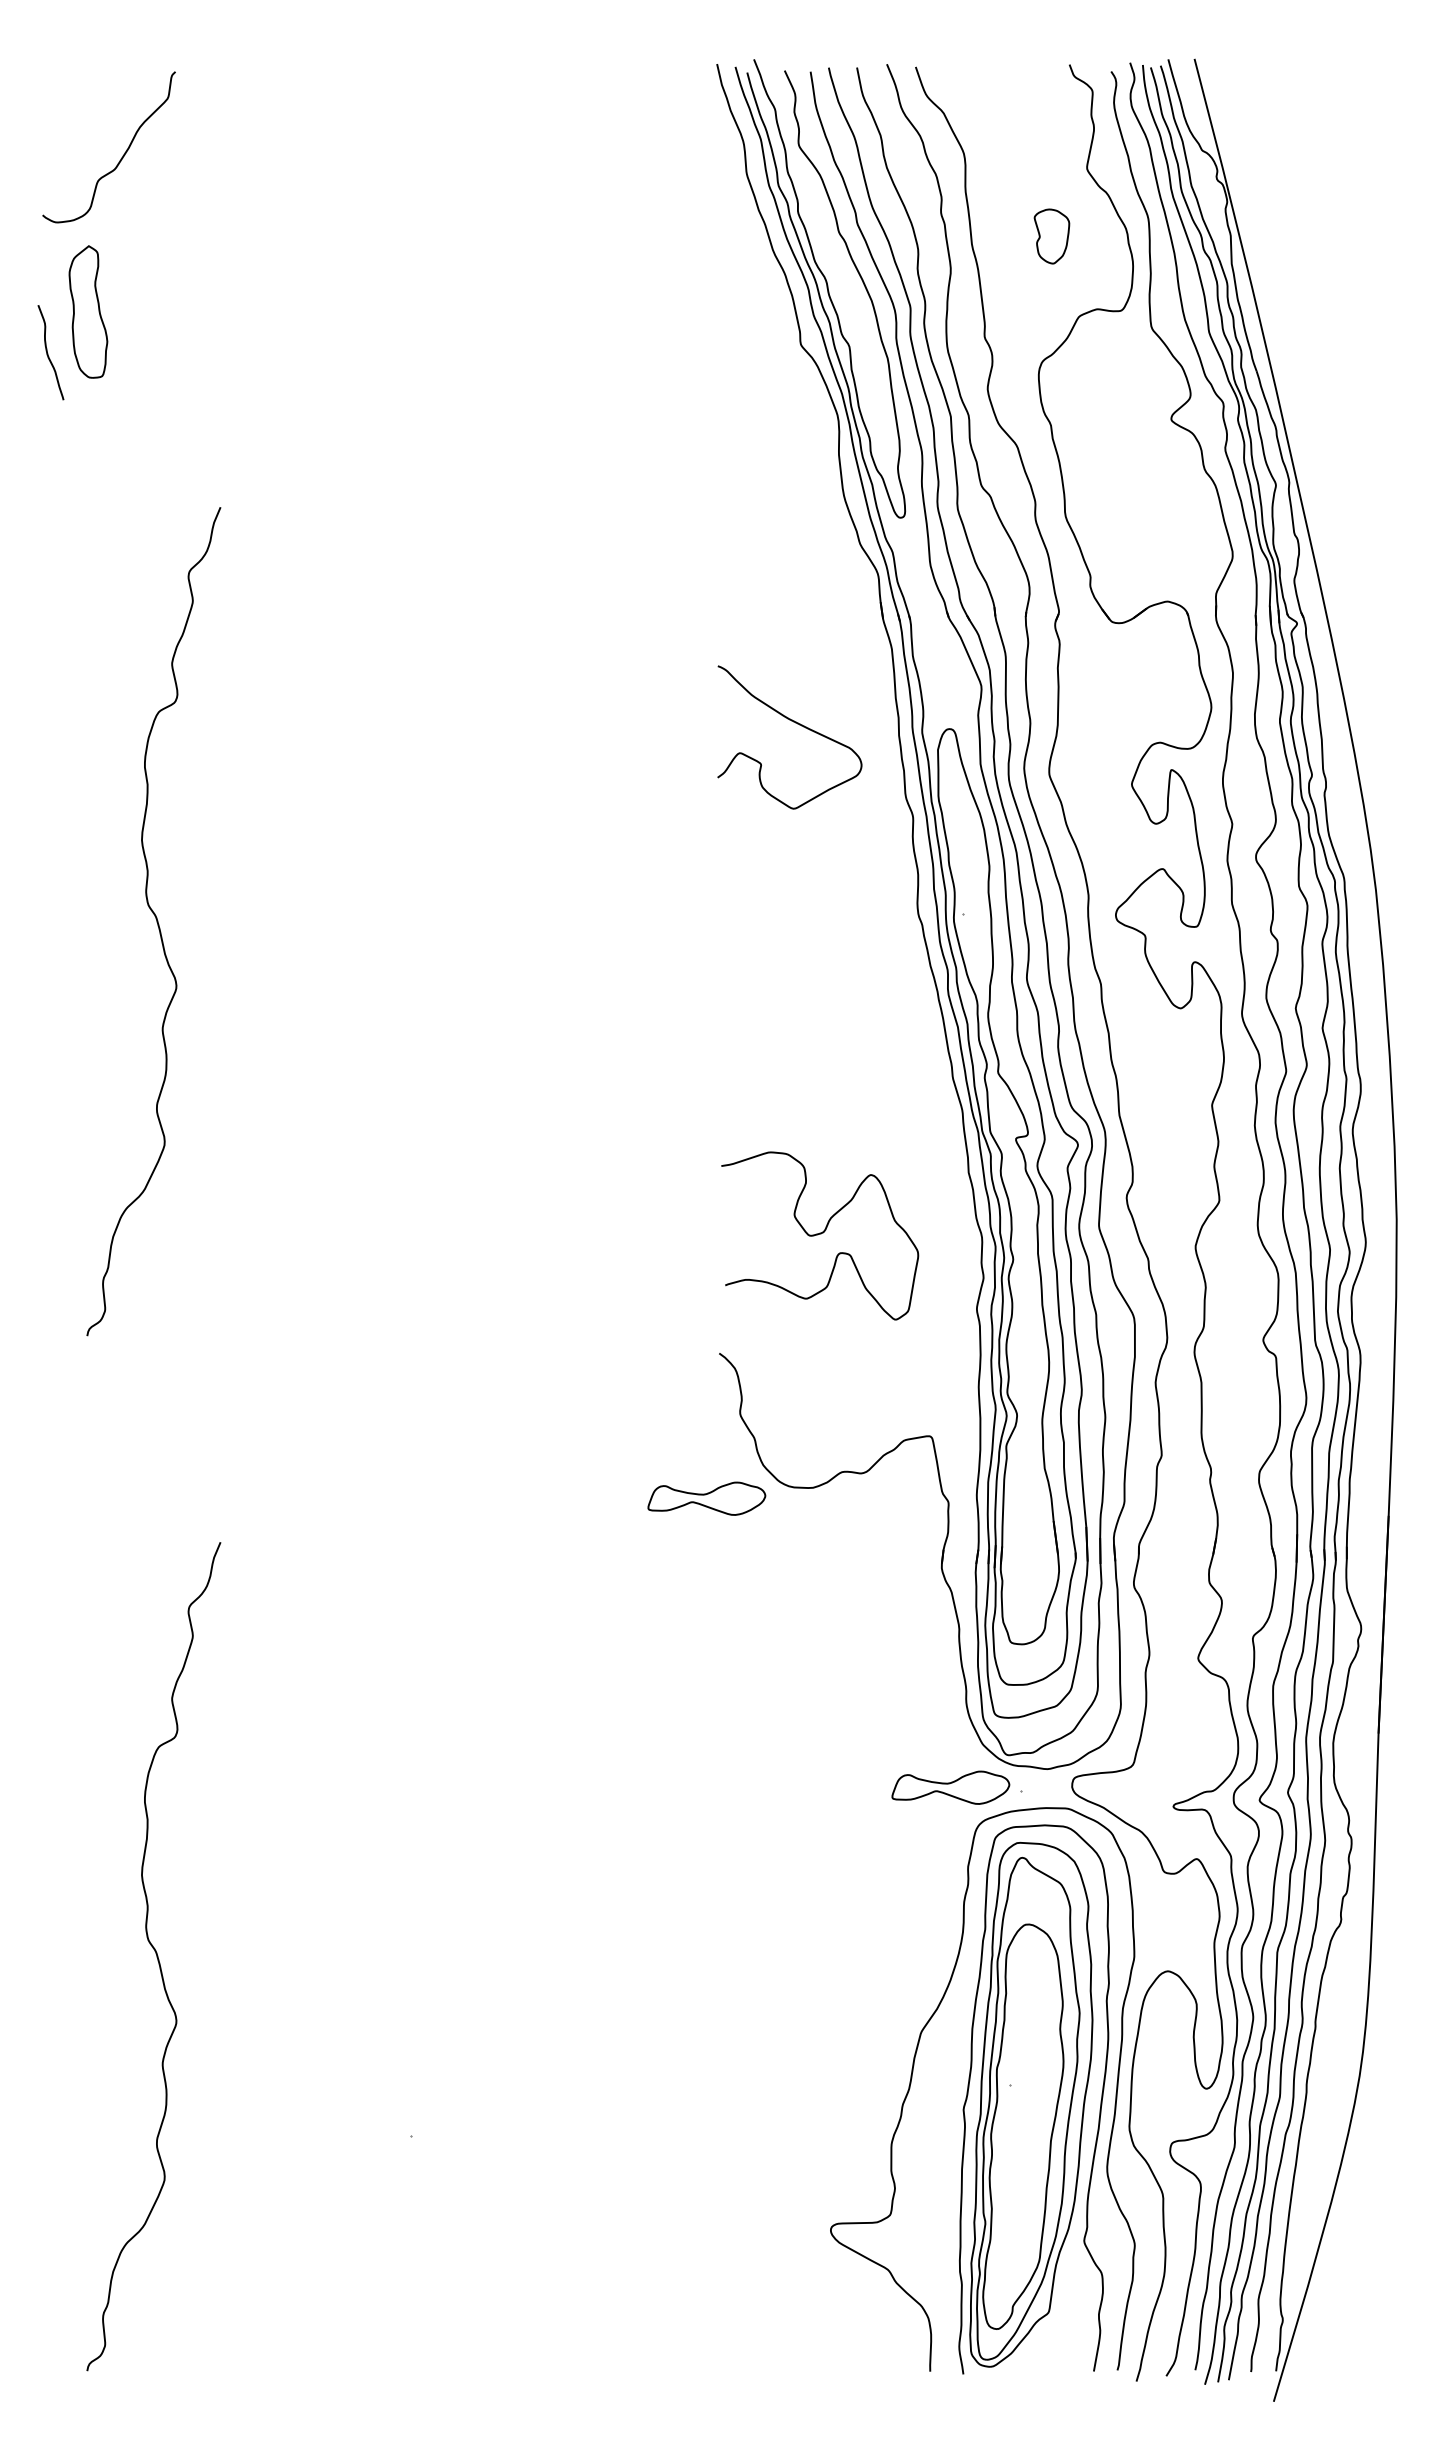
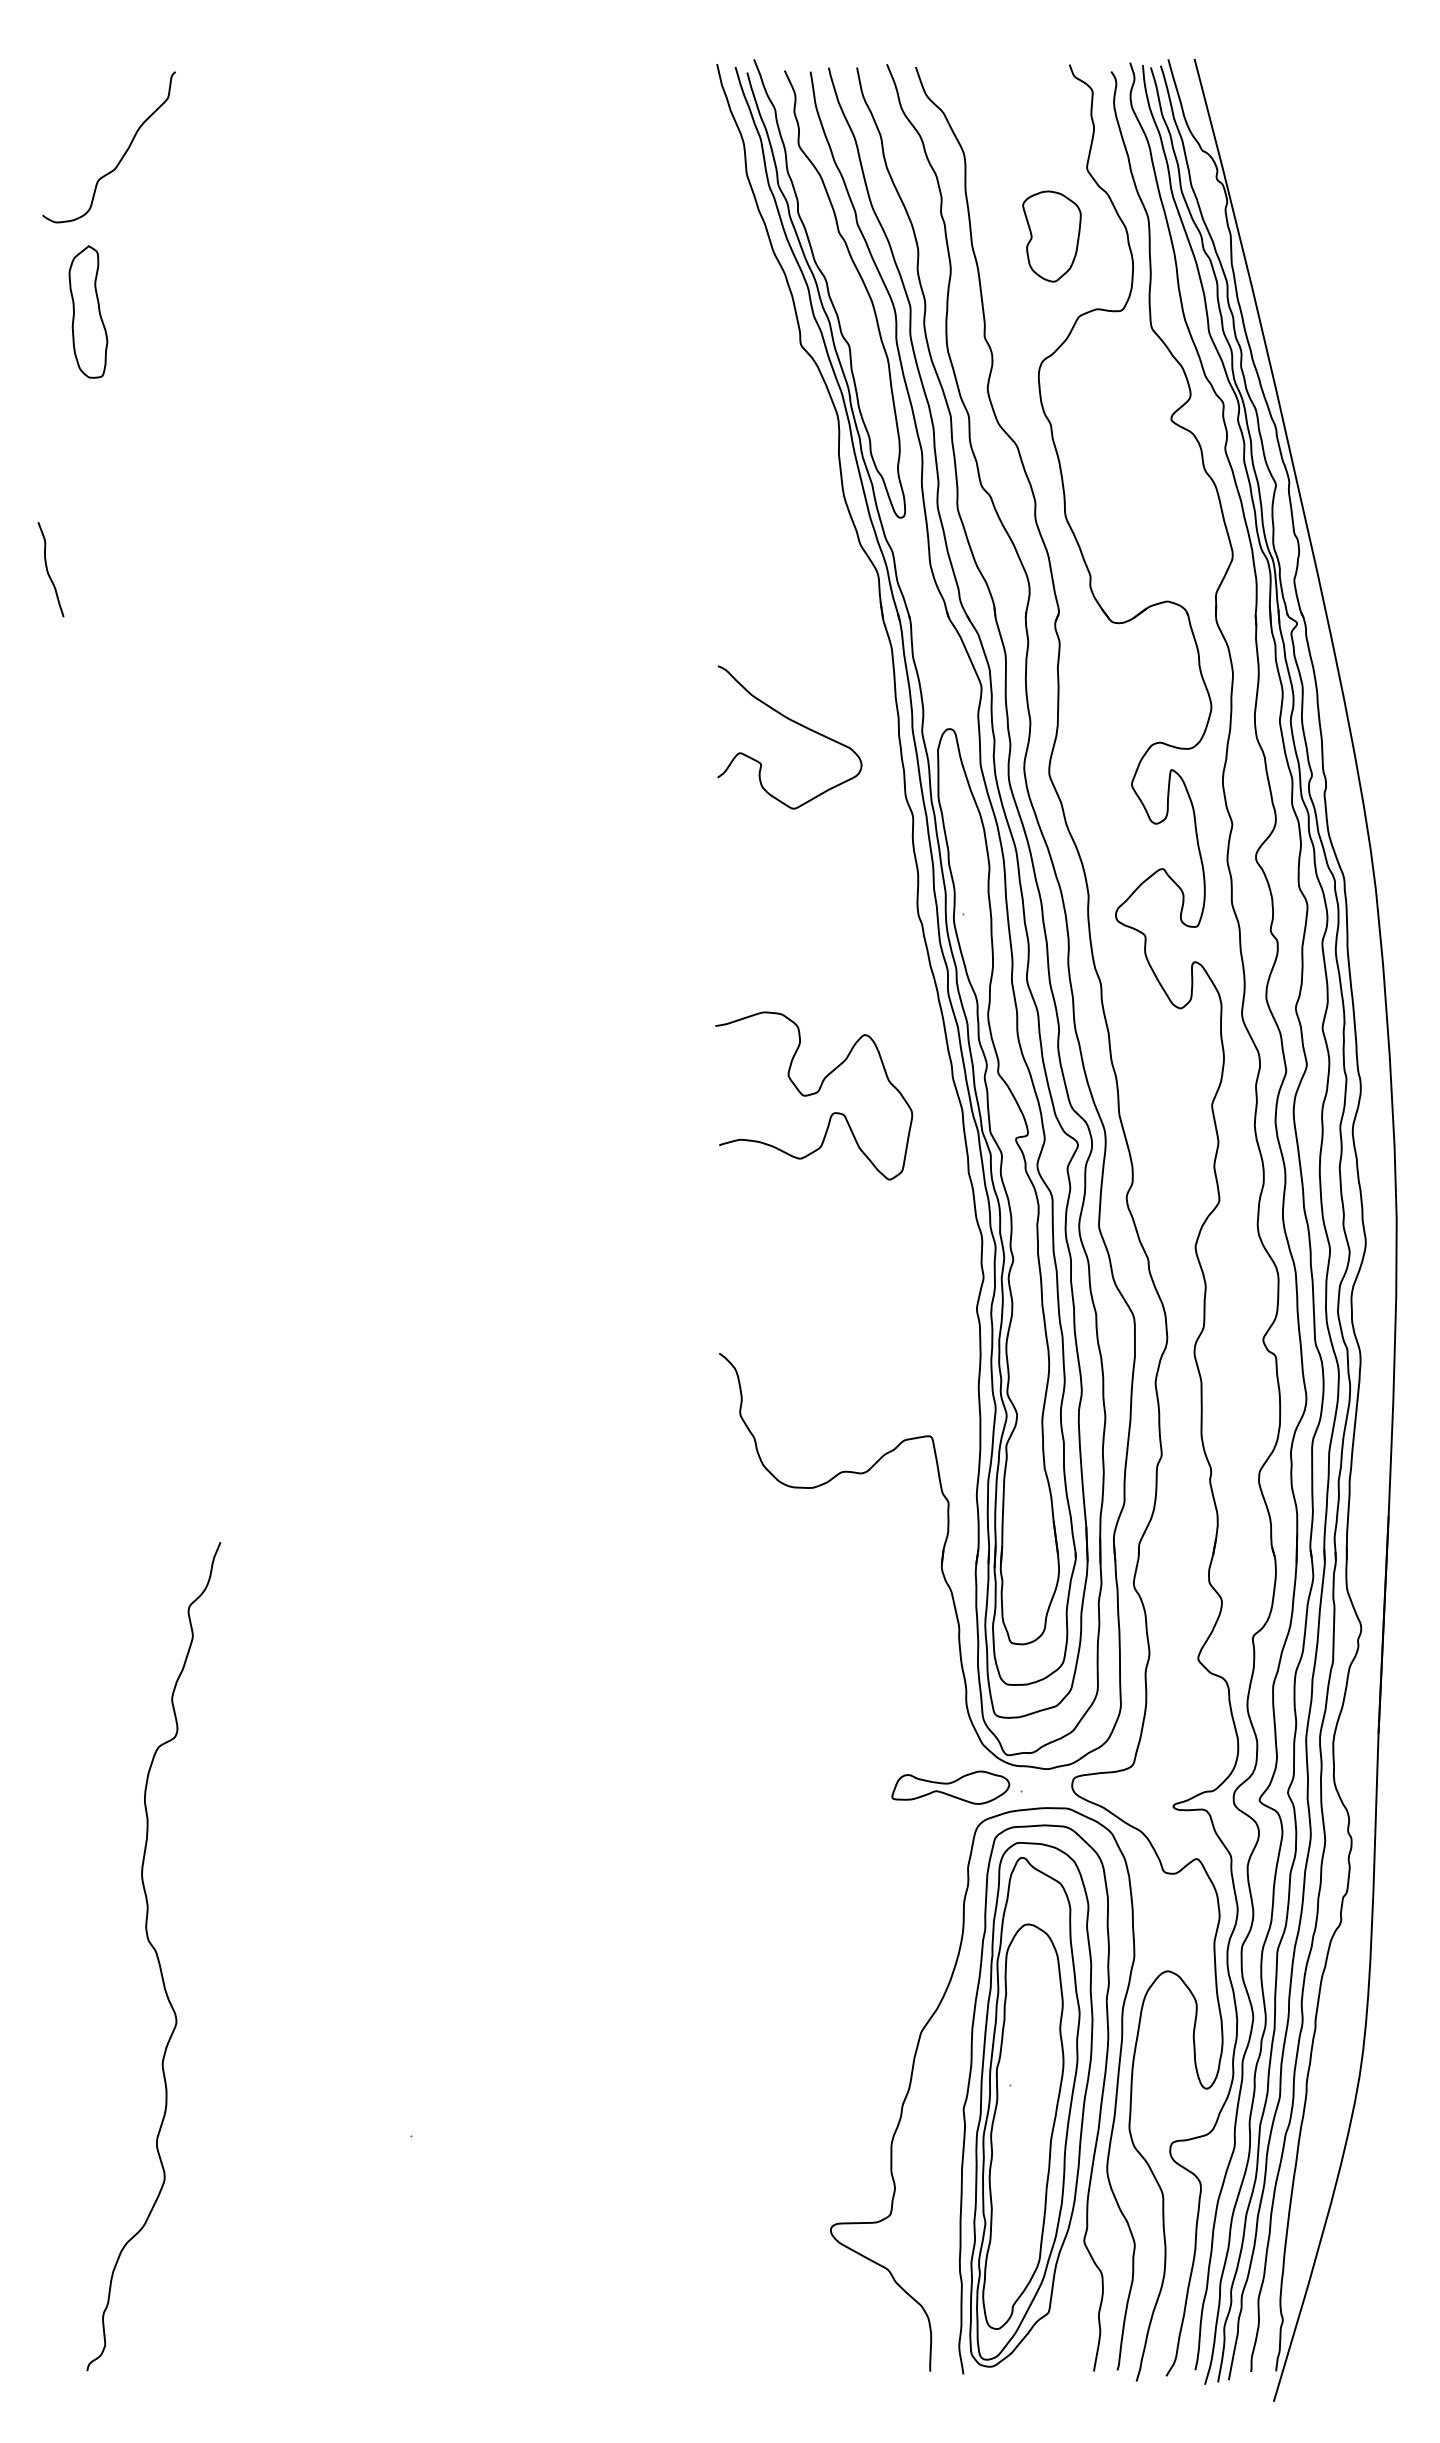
part at (1051, 236) size: 38x57 px -> 60x93 px
curve at (48, 353) position: (48, 353) -> (48, 570)
curve at (156, 921): present -> none
curve at (820, 1234) position: (820, 1234) -> (814, 1094)
part at (706, 1498): present -> none
